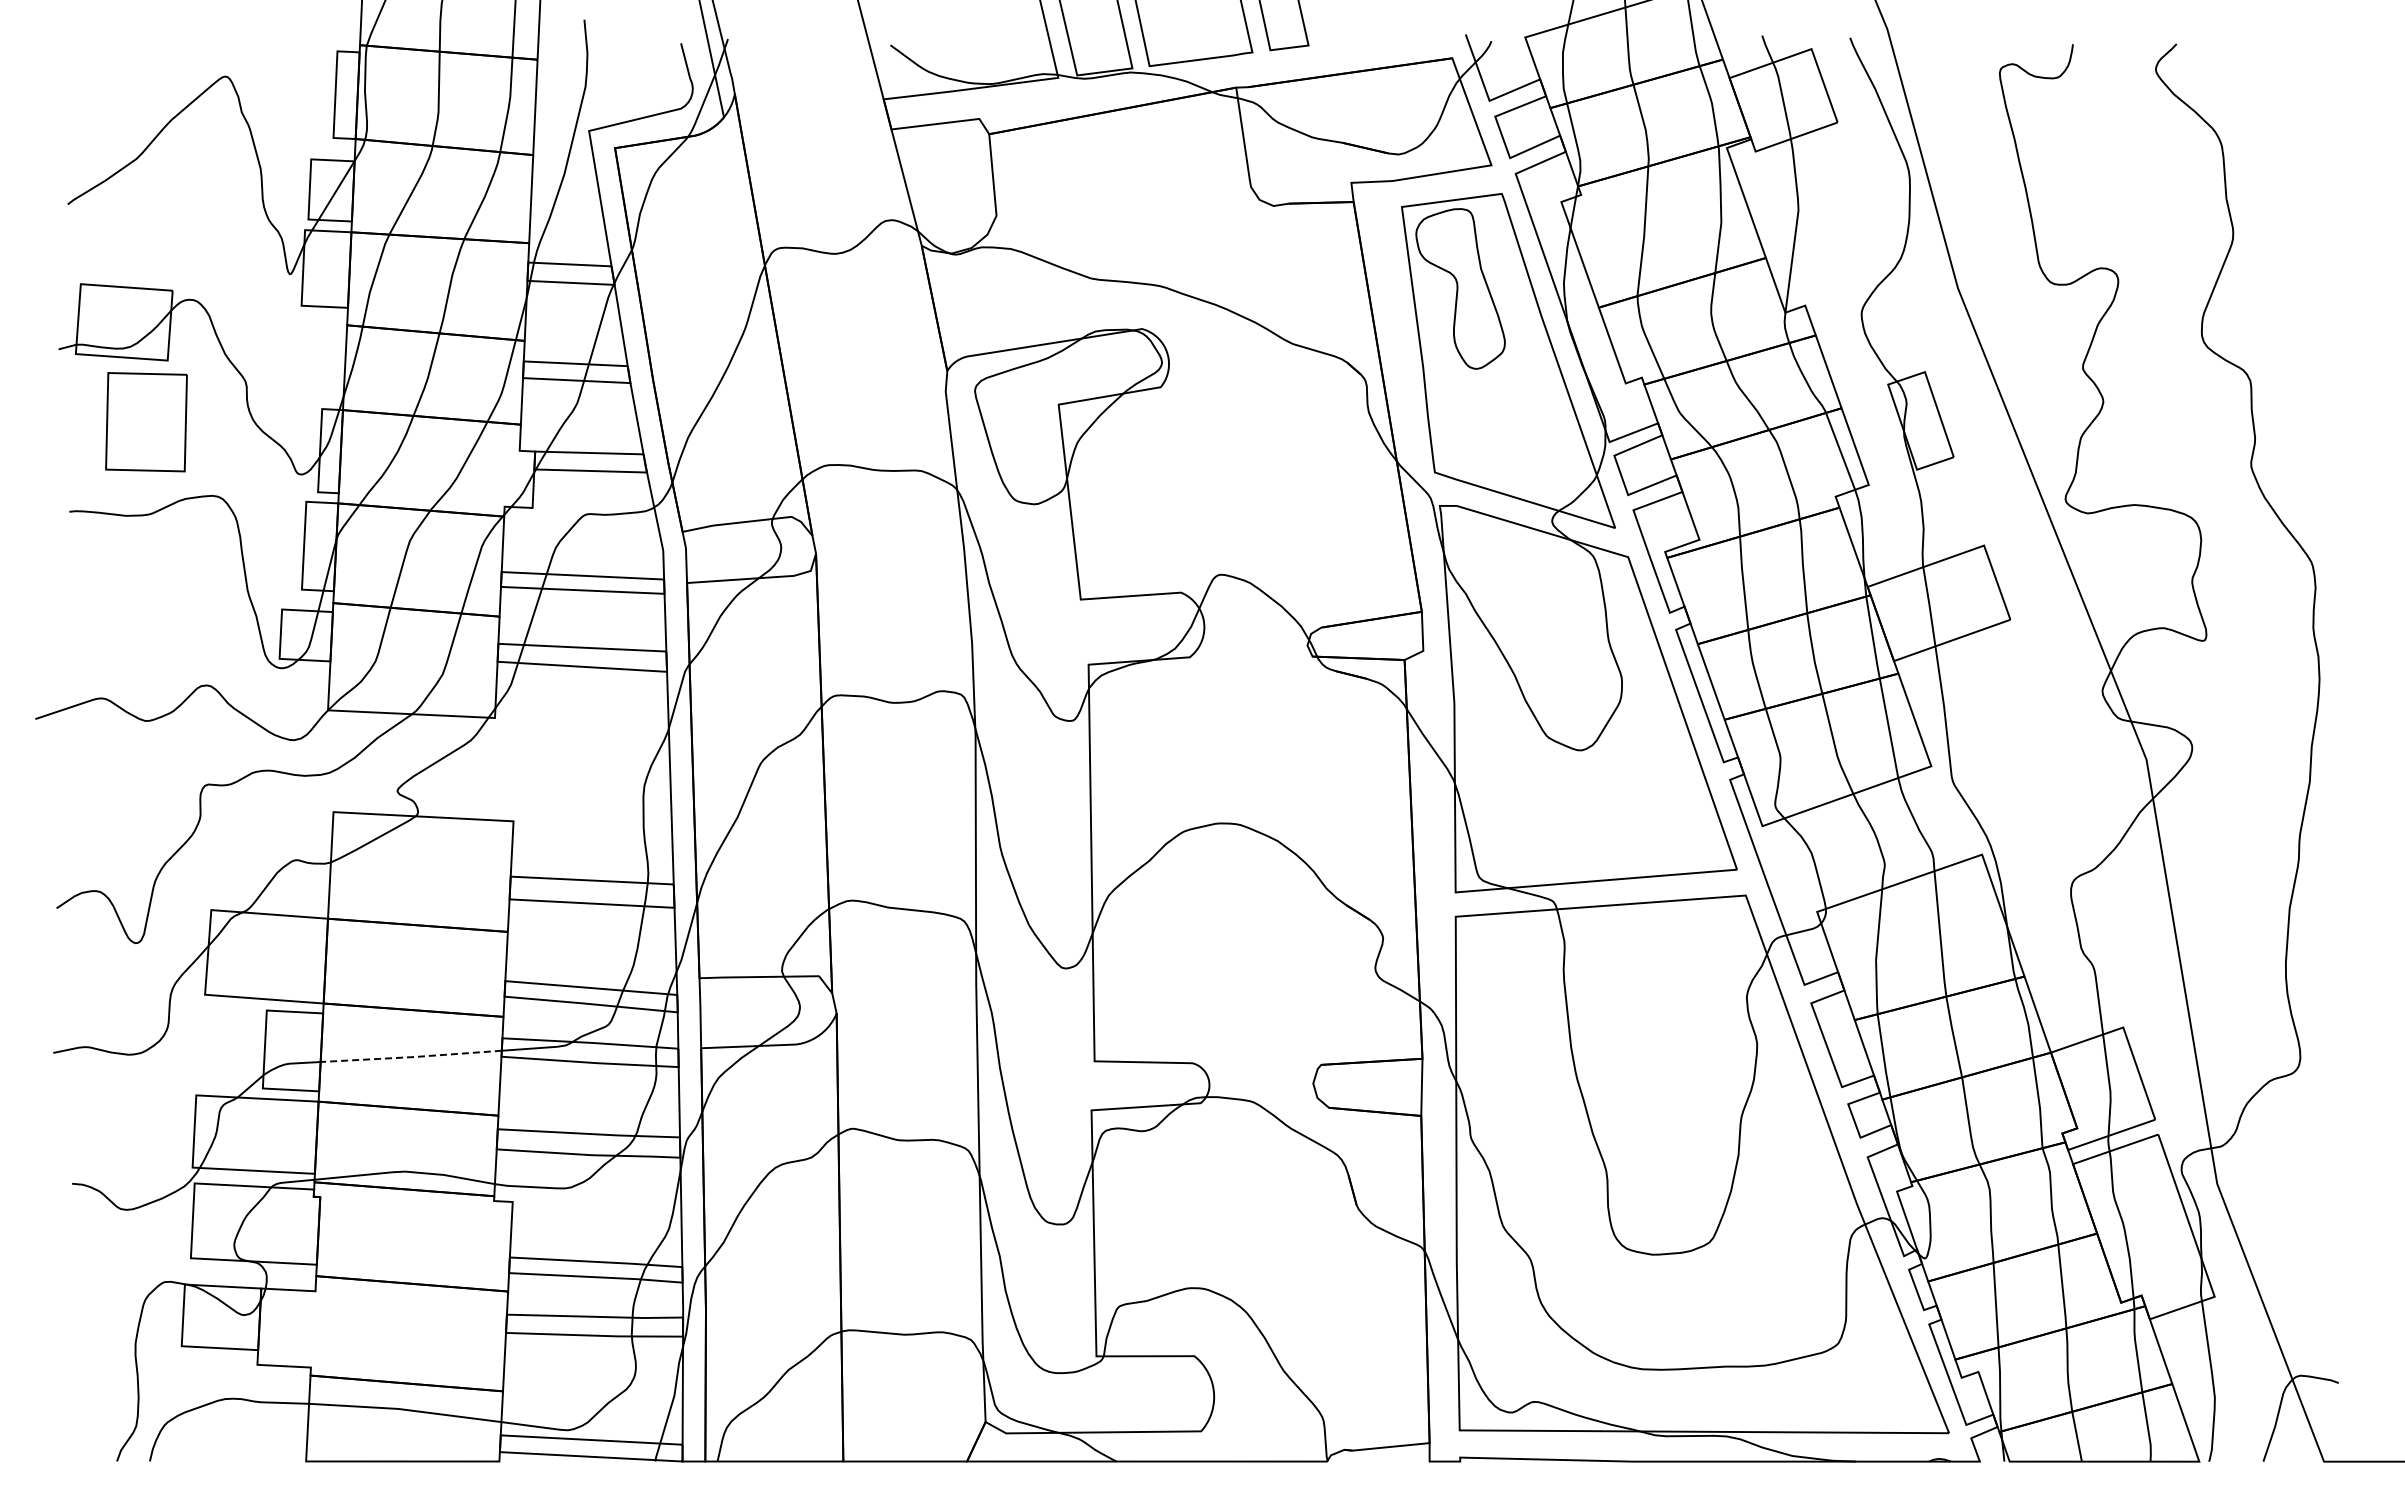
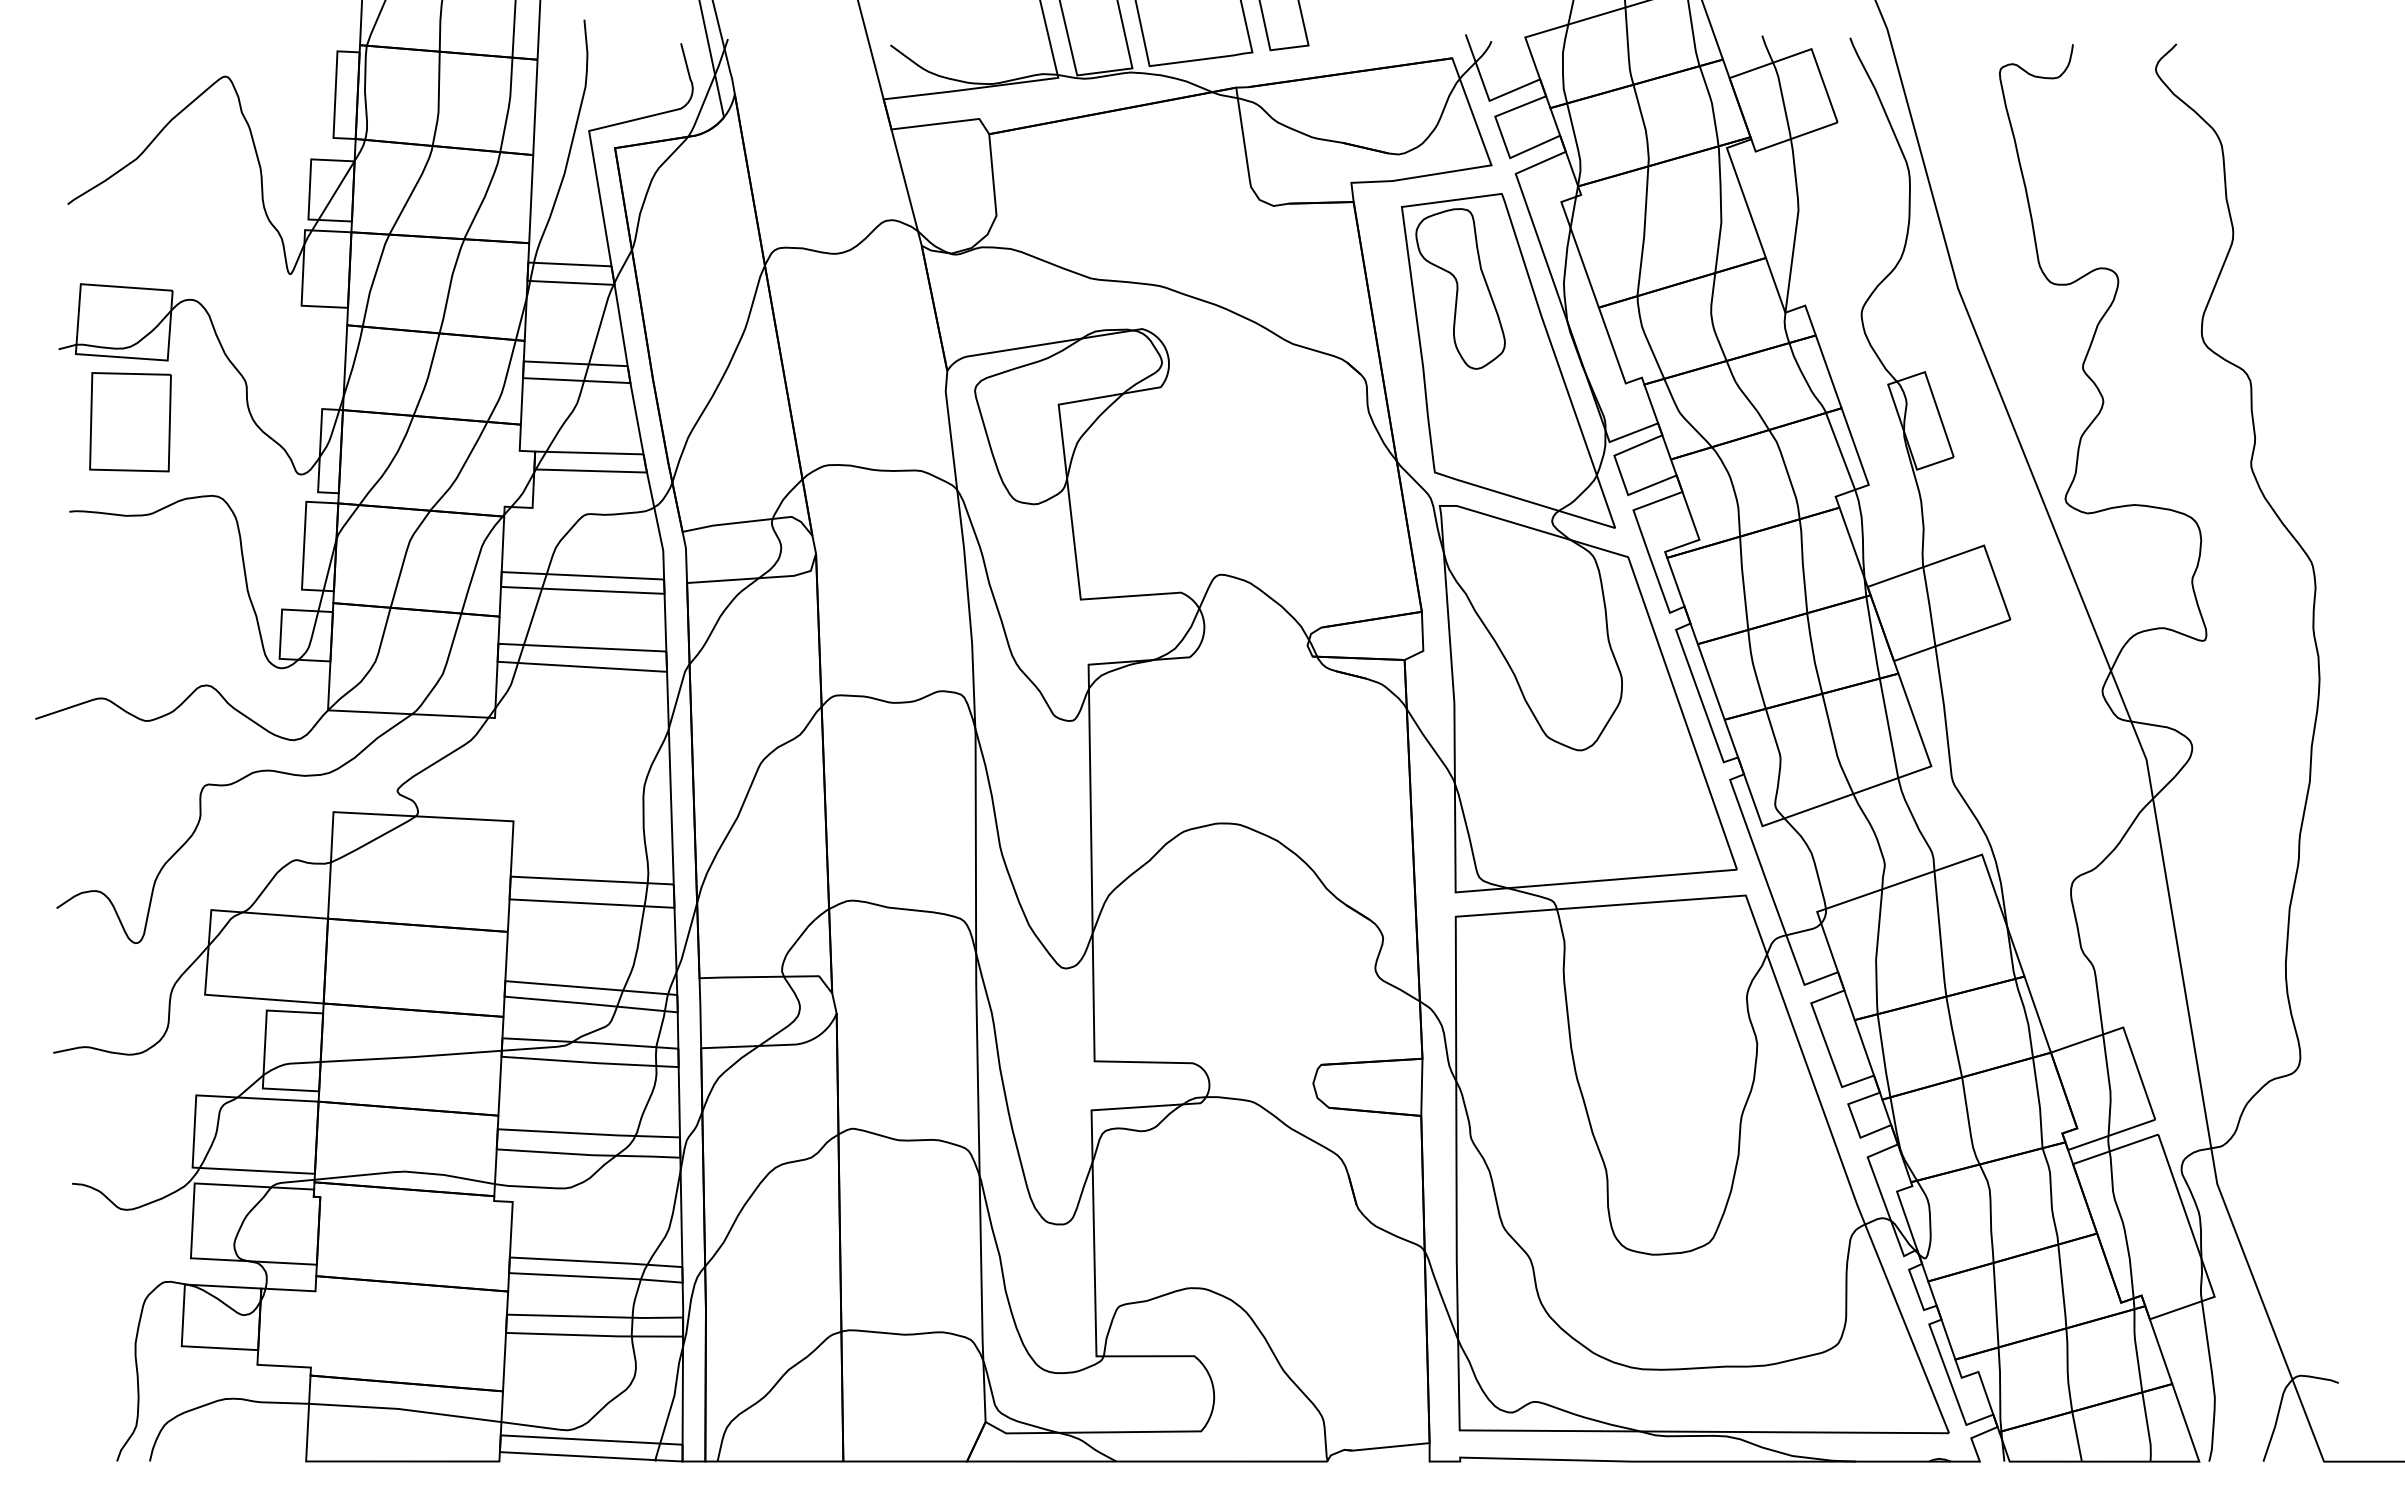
part at (146, 422) position: (146, 422) -> (130, 422)
line at (411, 1057): dashed -> solid
